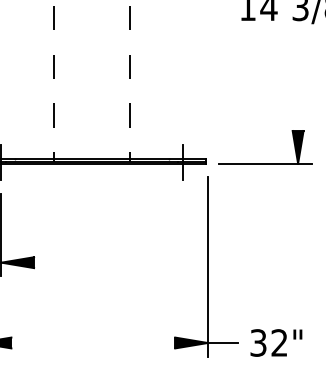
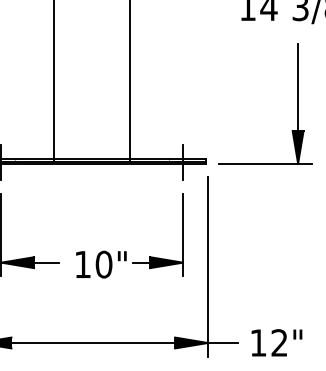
line at (53, 81): dashed -> solid
line at (130, 81): dashed -> solid
line at (298, 87): none -> present
part at (126, 251): none -> present
line at (46, 262): none -> present
text at (258, 342): 32" -> 12"
line at (93, 343): none -> present
